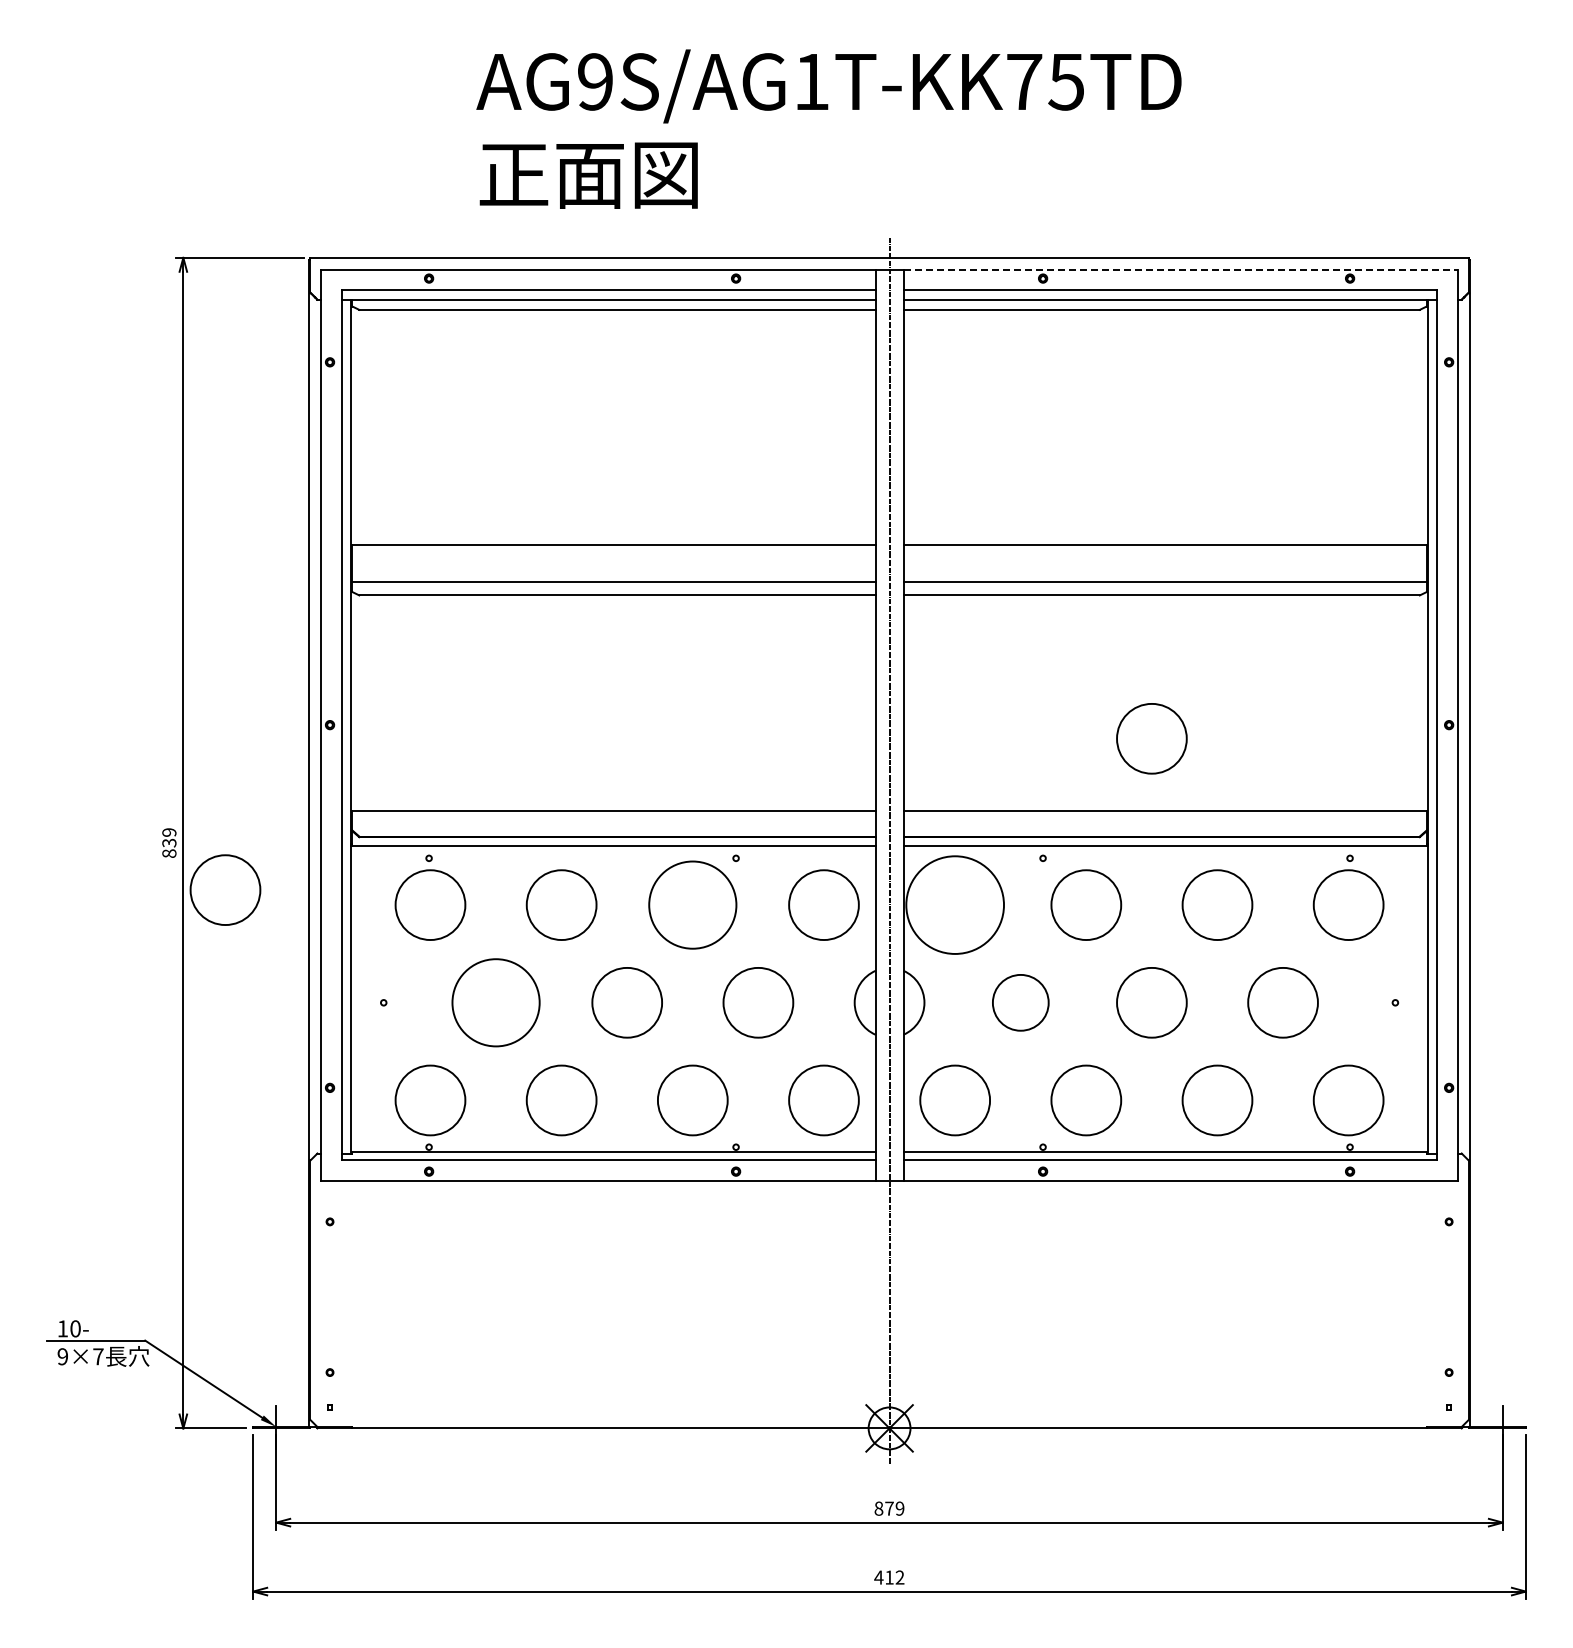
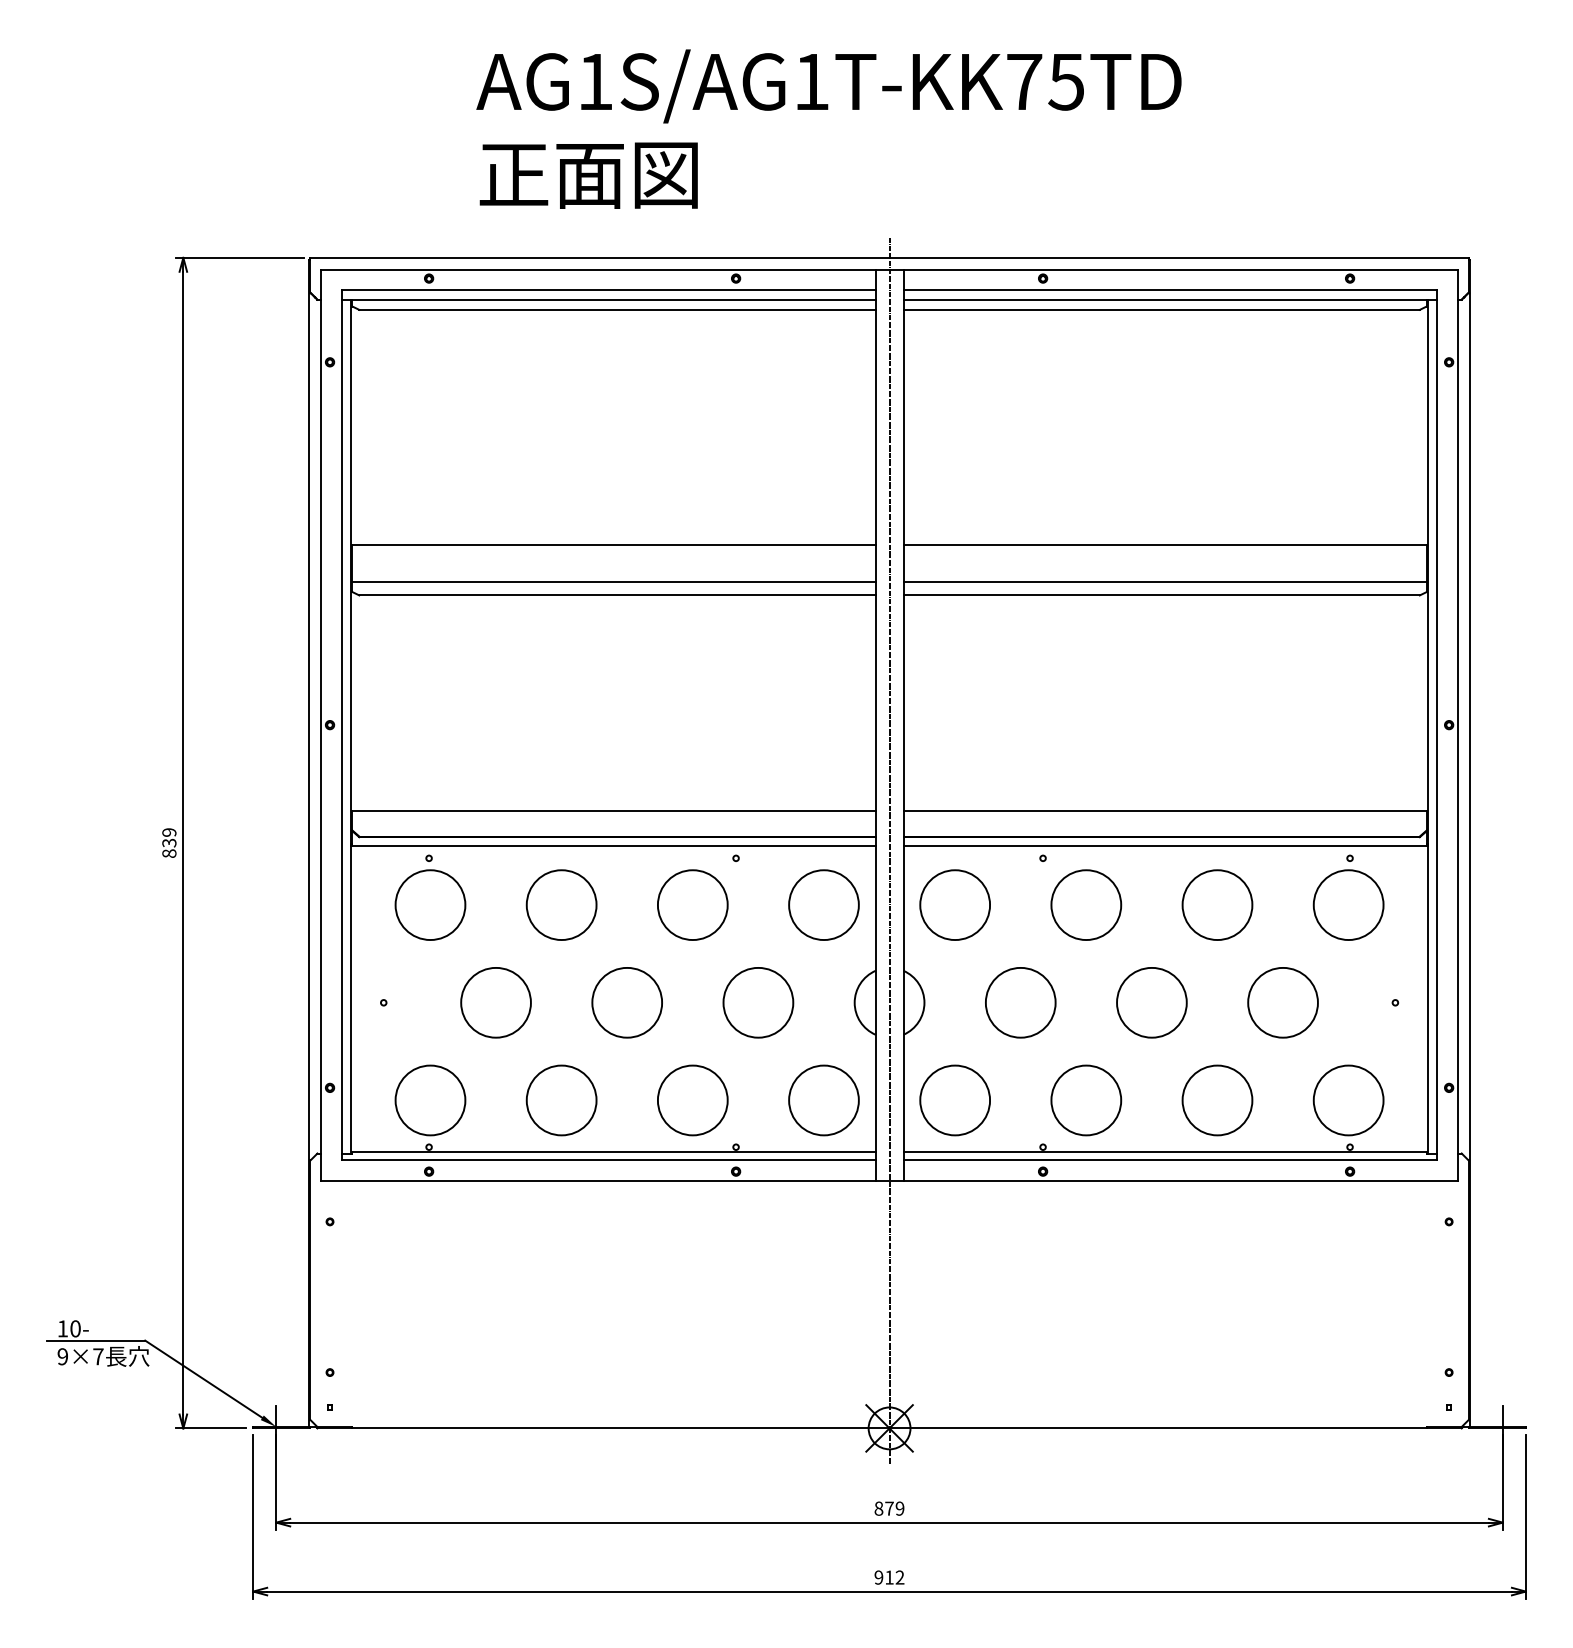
text at (595, 81): AG9S/AG1T-KK75TD -> AG1S/AG1T-KK75TD
line at (1181, 269): dashed -> solid
circle at (1151, 738): present -> none
circle at (225, 889): present -> none
circle at (692, 904) diameter: 87 px -> 70 px
circle at (955, 904) diameter: 98 px -> 70 px
circle at (495, 1002) diameter: 87 px -> 70 px
circle at (1020, 1002) size: 58x58 px -> 72x72 px
text at (878, 1577): 412 -> 912
